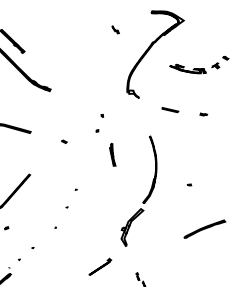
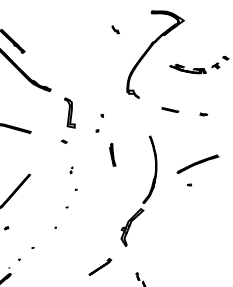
part at (69, 112): none -> present
part at (71, 170): none -> present
part at (204, 228) position: (204, 228) -> (197, 163)
